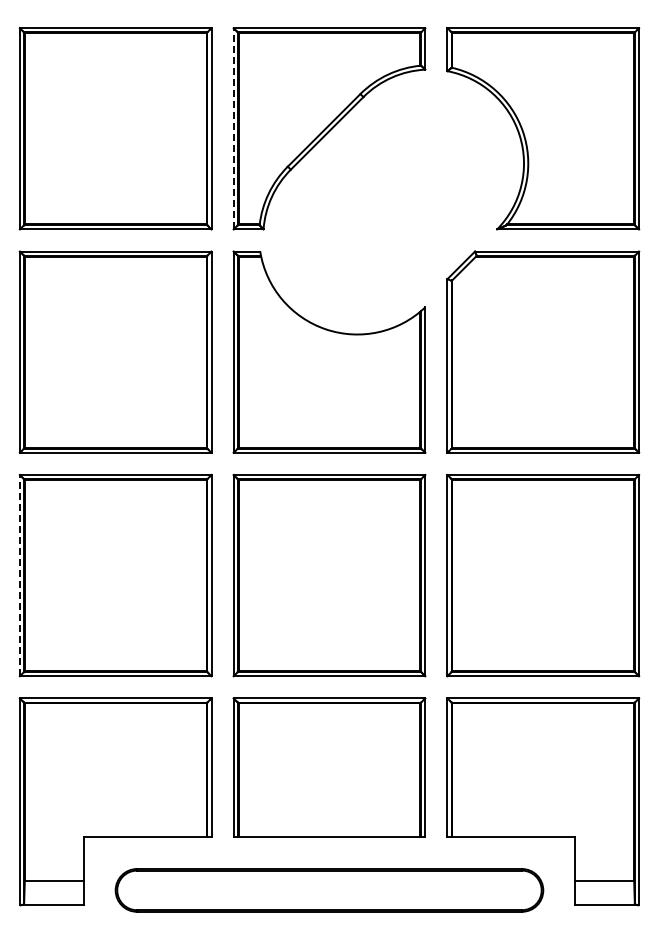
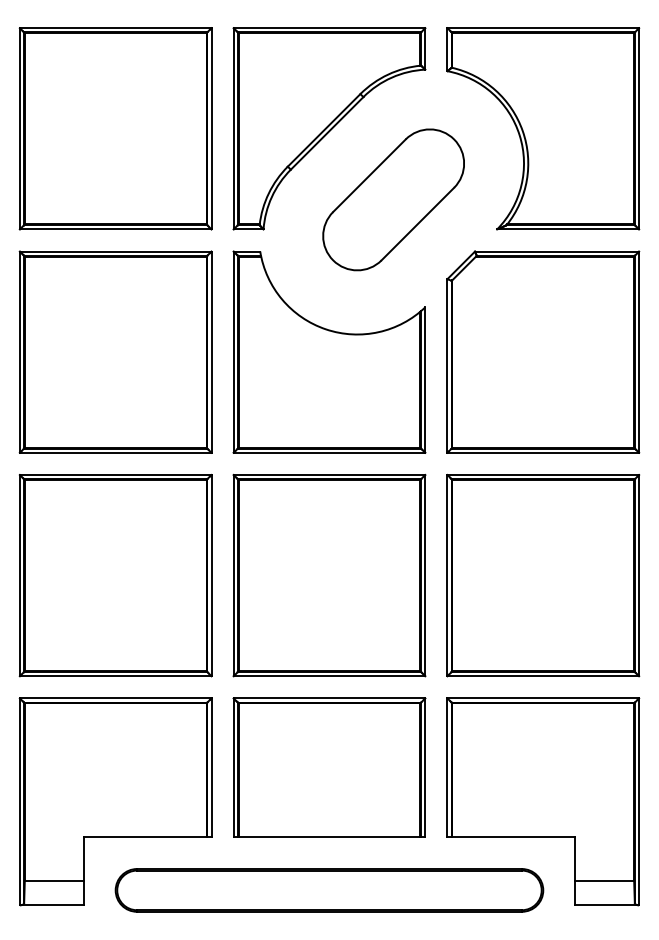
line at (233, 128): dashed -> solid
part at (393, 199): none -> present
line at (19, 575): dashed -> solid
